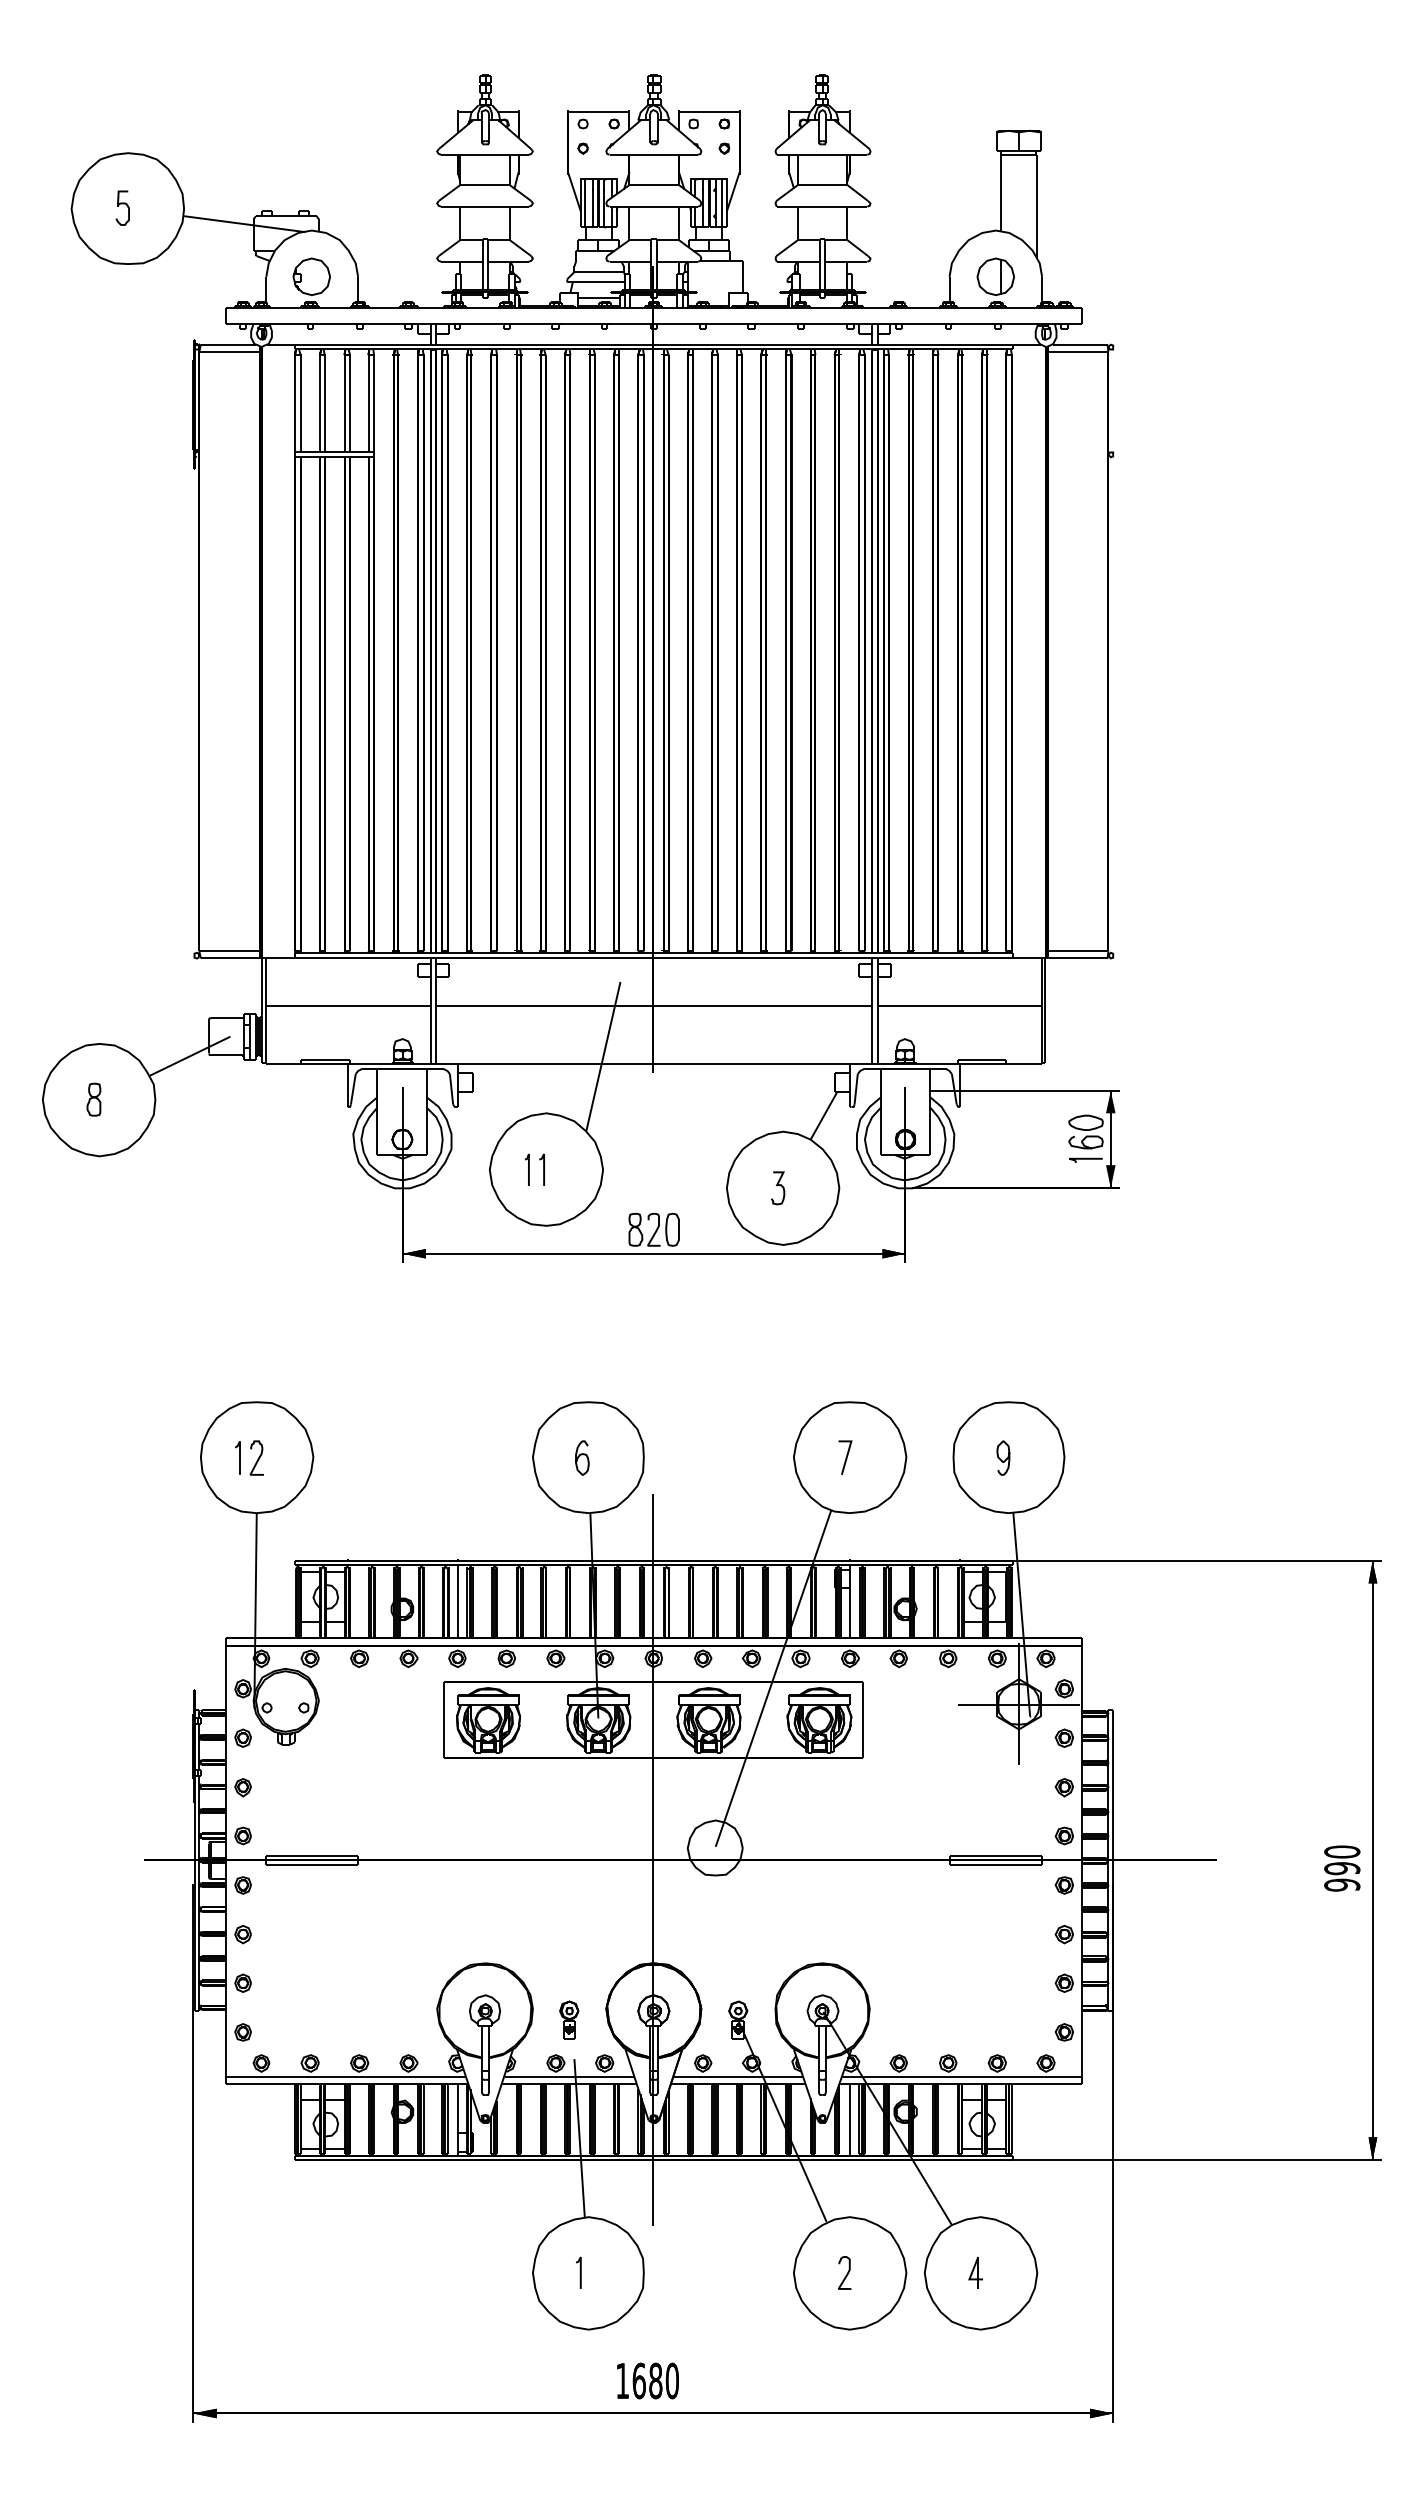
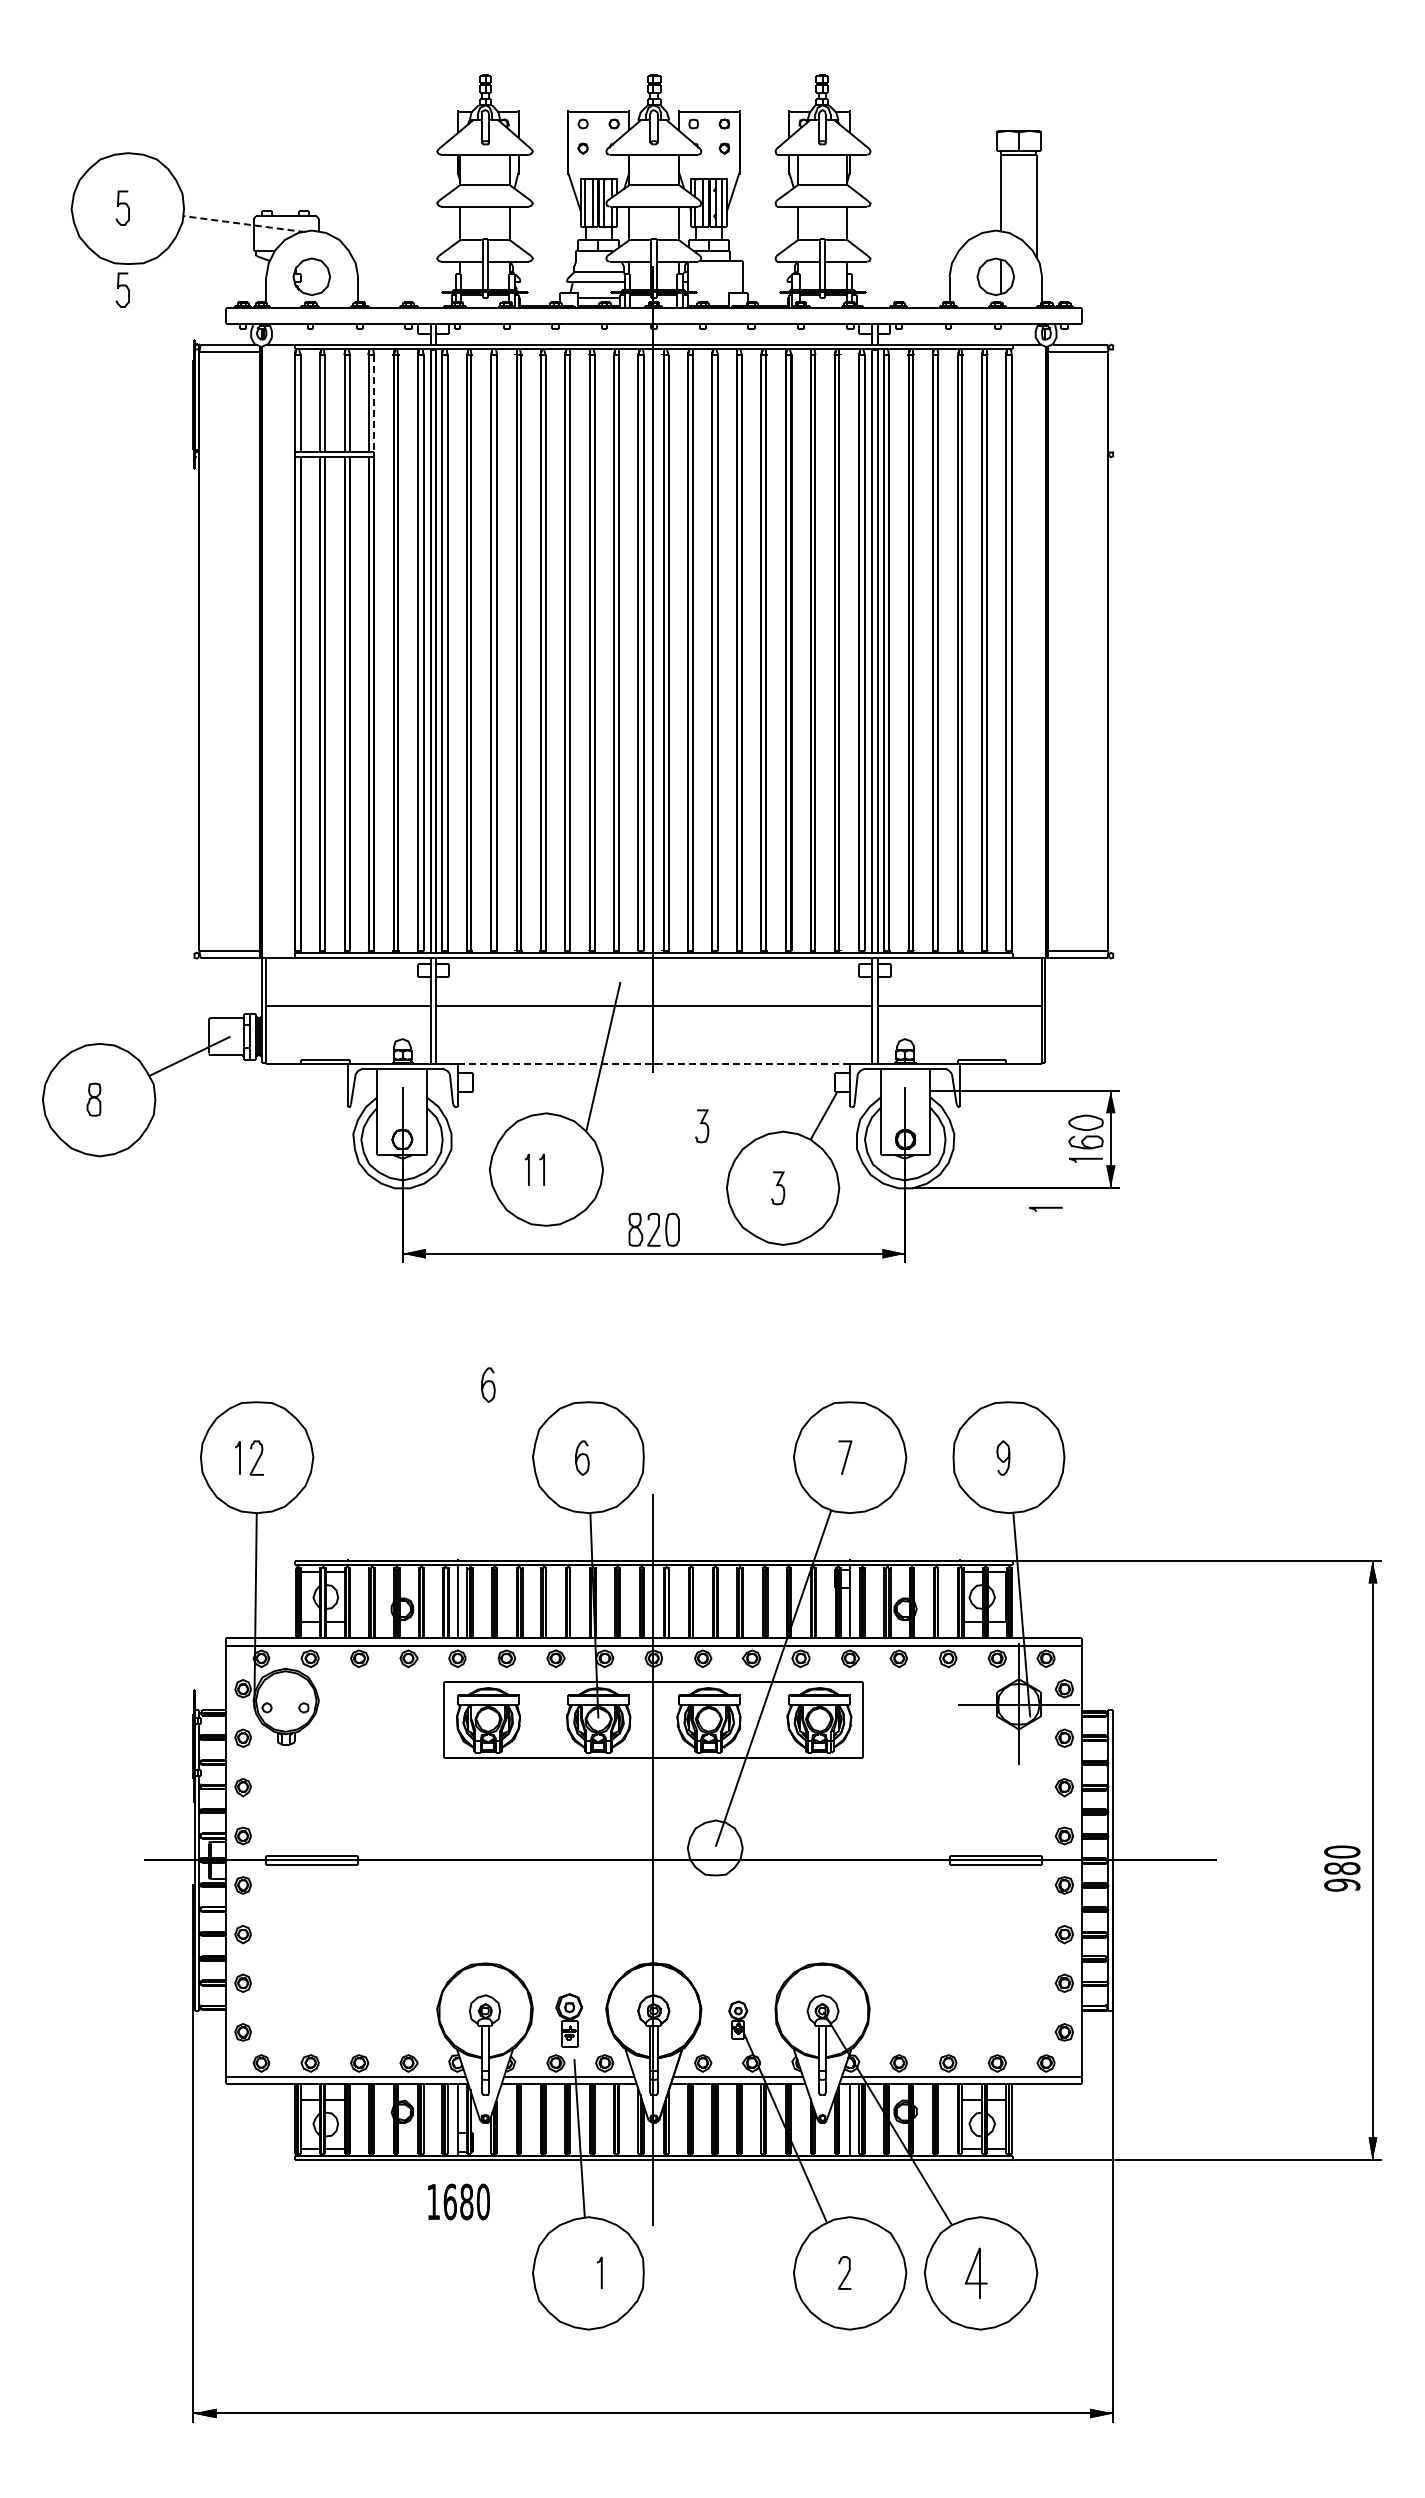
line at (244, 224): solid -> dashed
curve at (122, 286): none -> present
line at (374, 403): solid -> dashed
line at (653, 1063): solid -> dashed
curve at (704, 1124): none -> present
line at (1045, 1208): none -> present
curve at (488, 1382): none -> present
text at (1342, 1868): 990 -> 980
part at (569, 2019) size: 21x40 px -> 28x55 px
line at (579, 2272) position: (579, 2272) -> (600, 2272)
part at (975, 2272) size: 15x33 px -> 24x52 px
text at (647, 2380) position: (647, 2380) -> (458, 2201)
